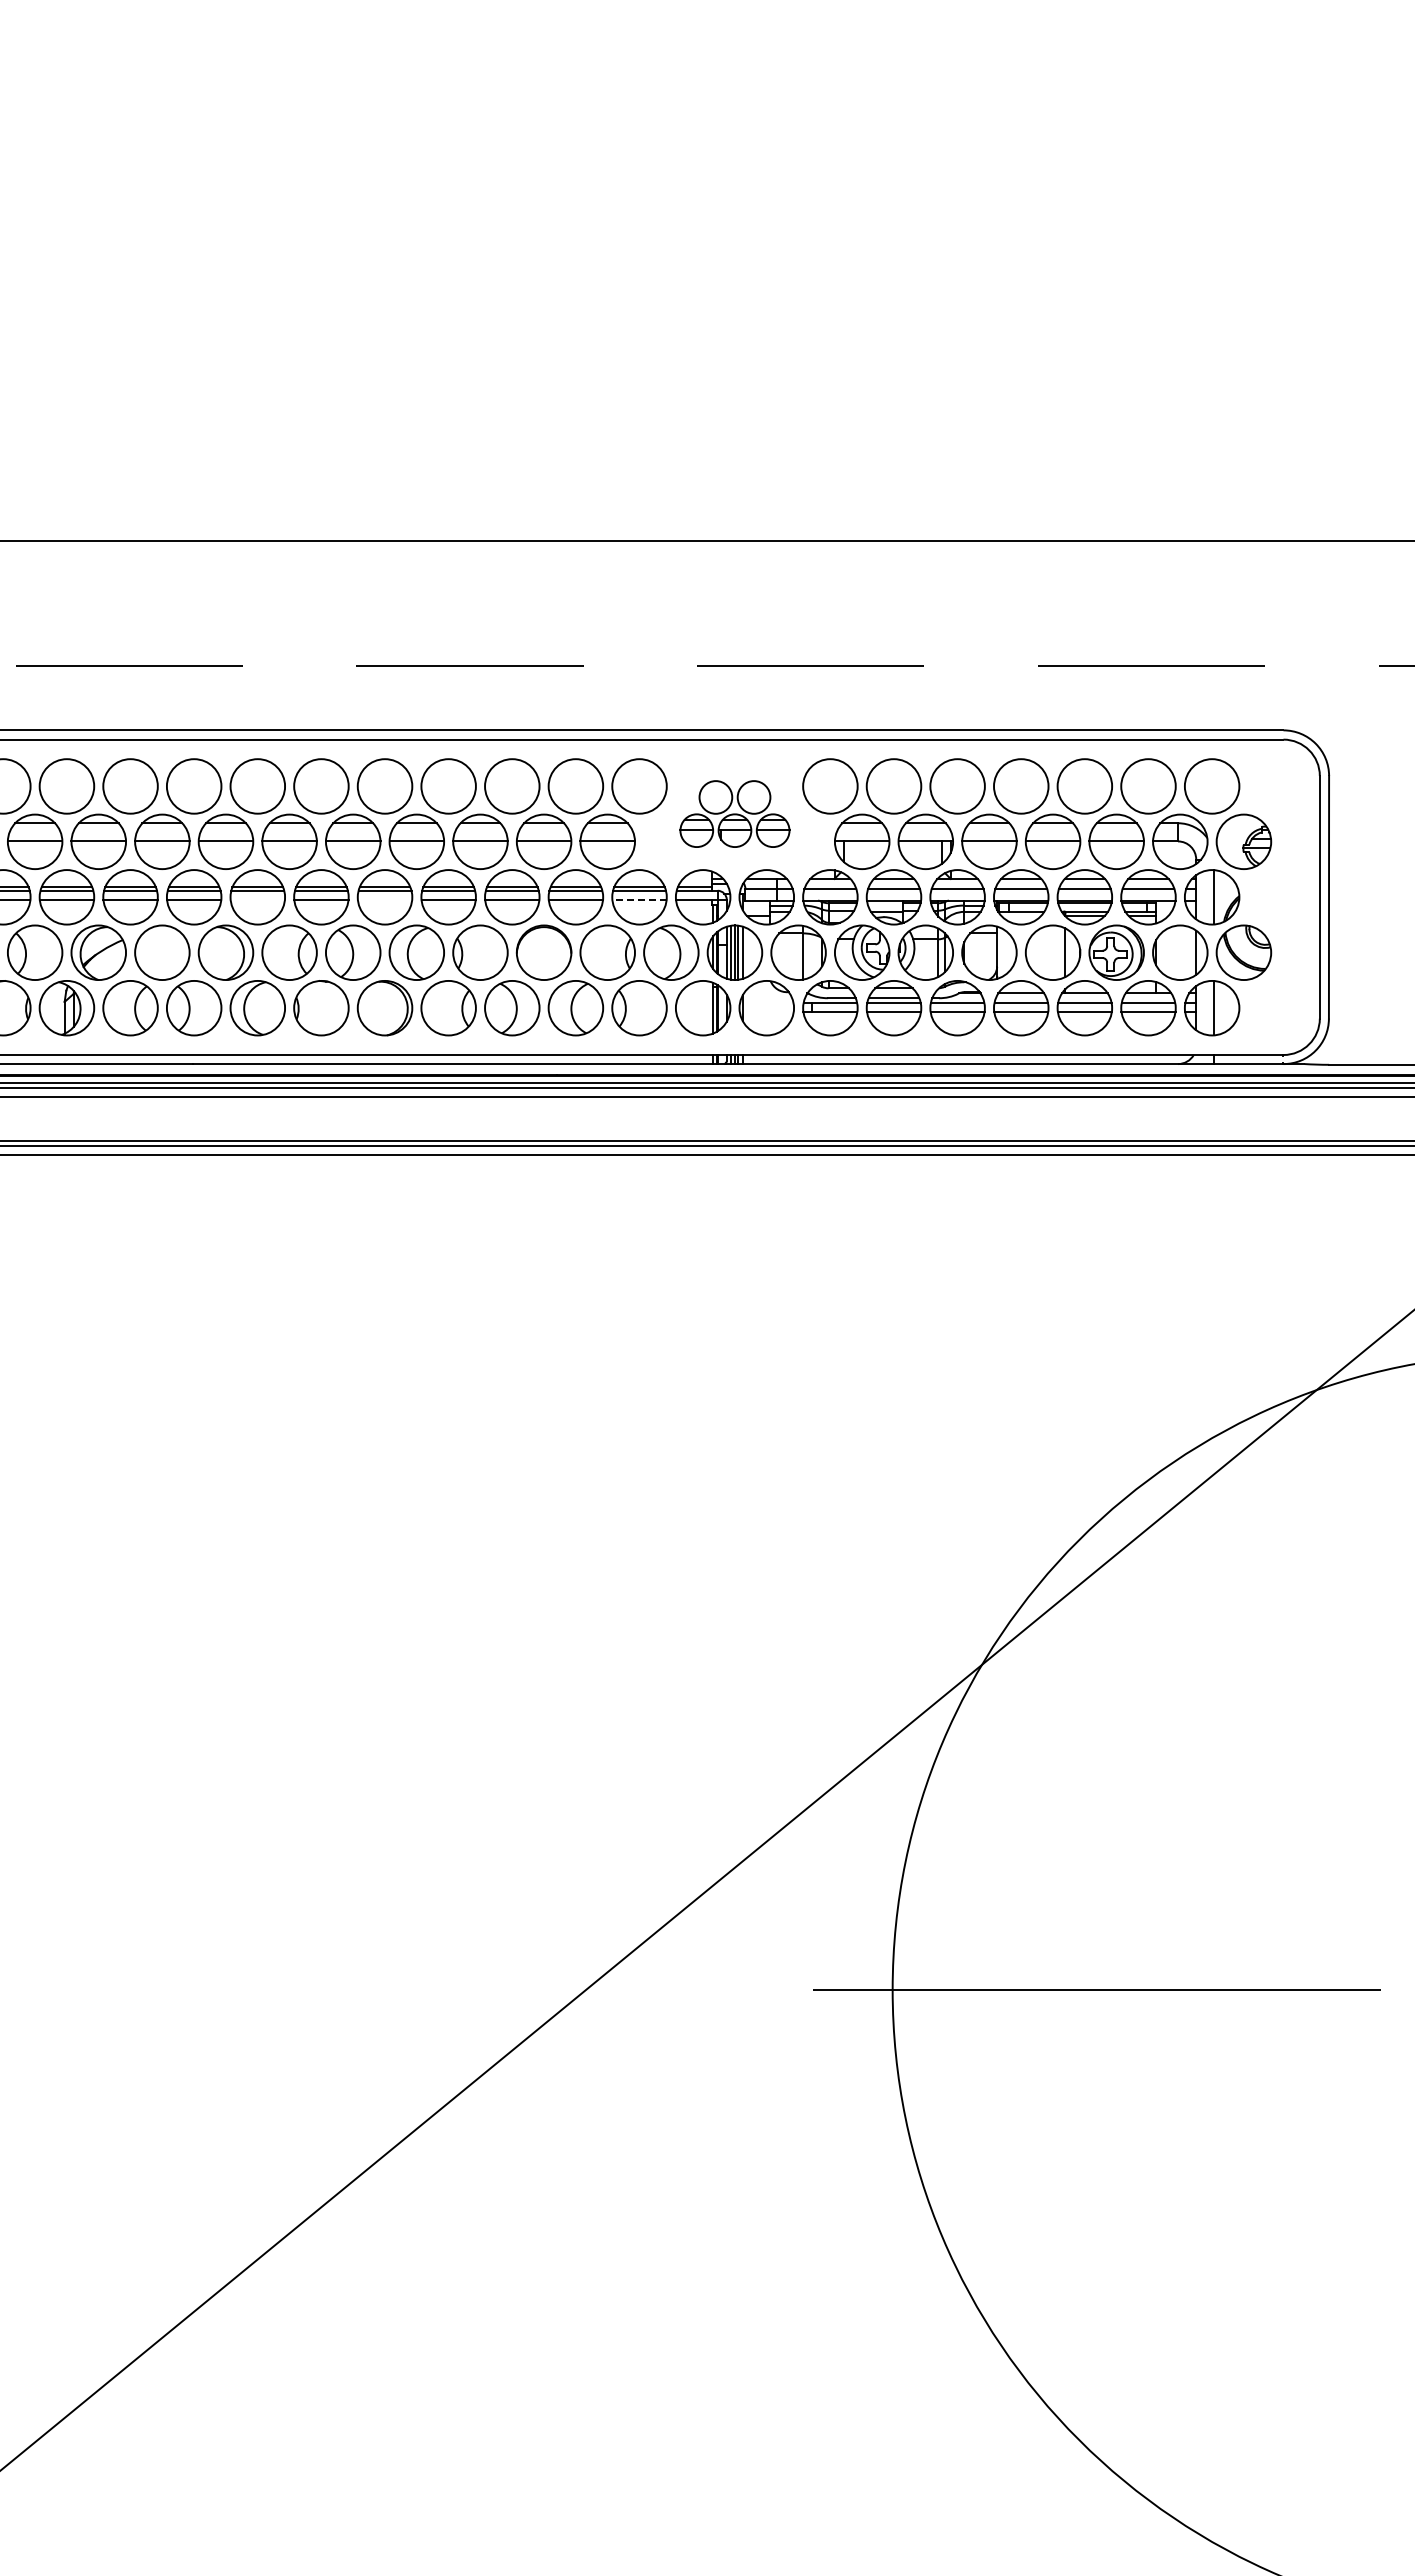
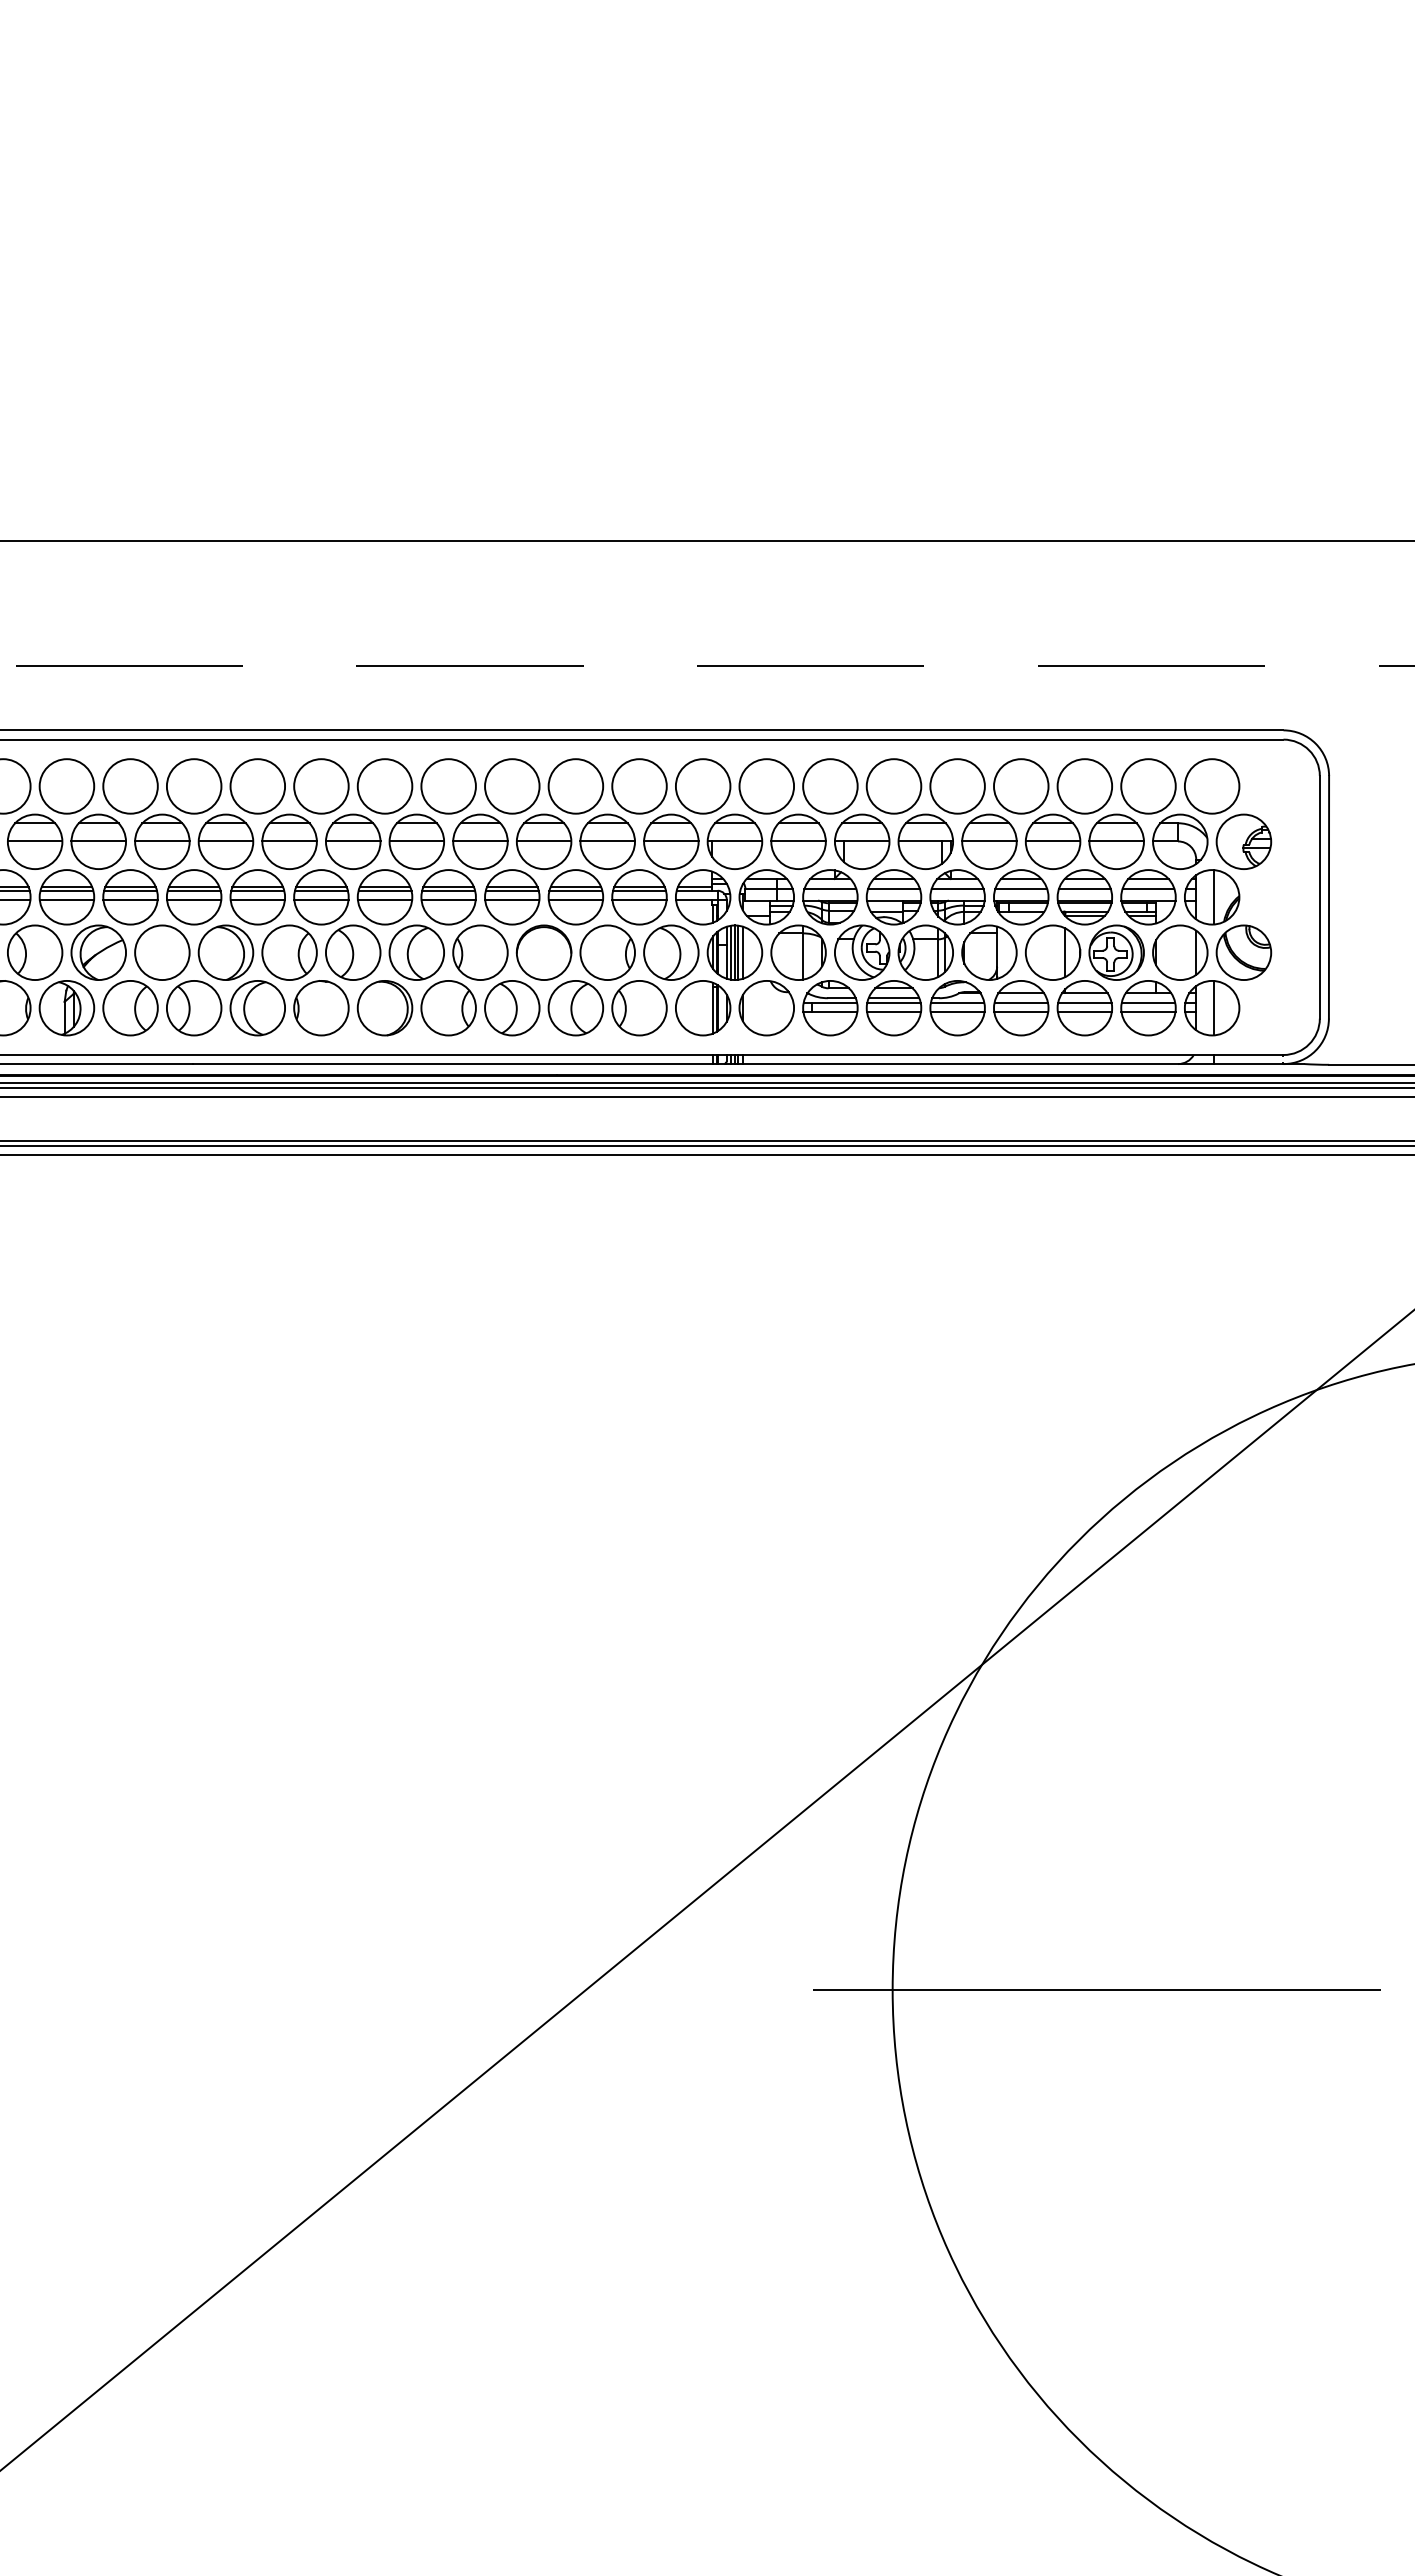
part at (734, 813) size: 112x68 px -> 184x112 px
line at (257, 899): none -> present
line at (384, 899): none -> present
line at (639, 899): dashed -> solid
